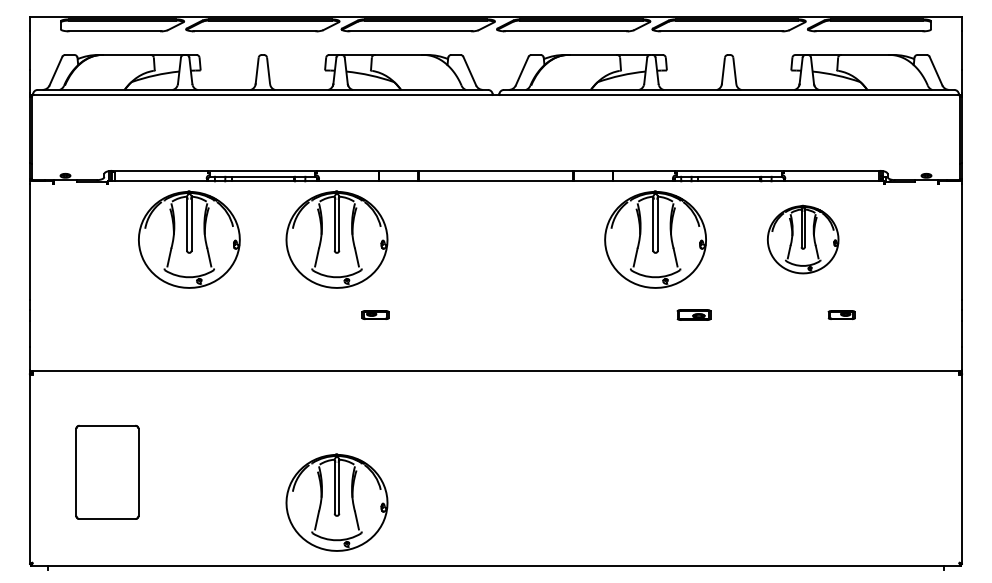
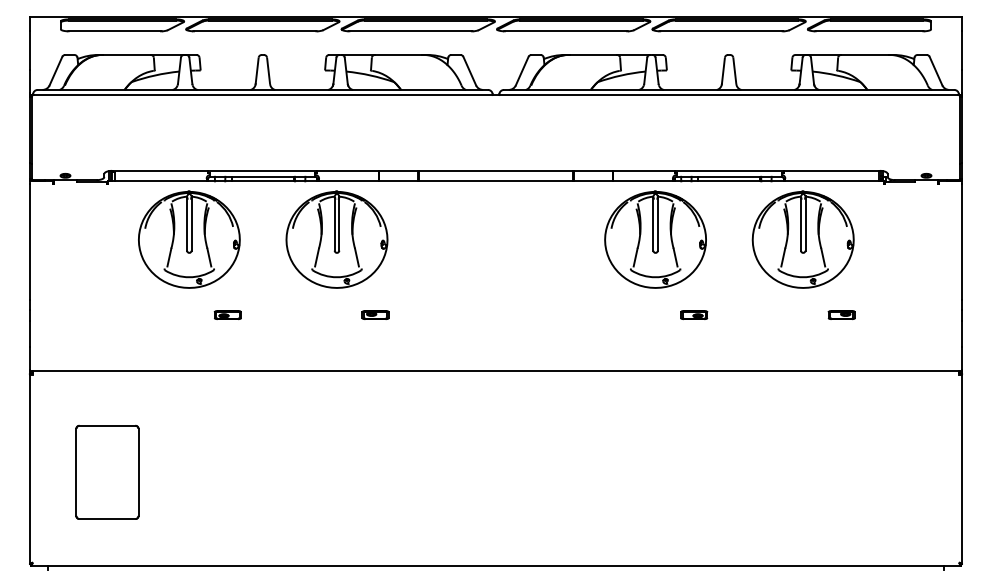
part at (803, 239) size: 73x71 px -> 104x99 px
part at (693, 314) size: 36x12 px -> 29x11 px
part at (227, 315): none -> present
part at (336, 502): present -> none
